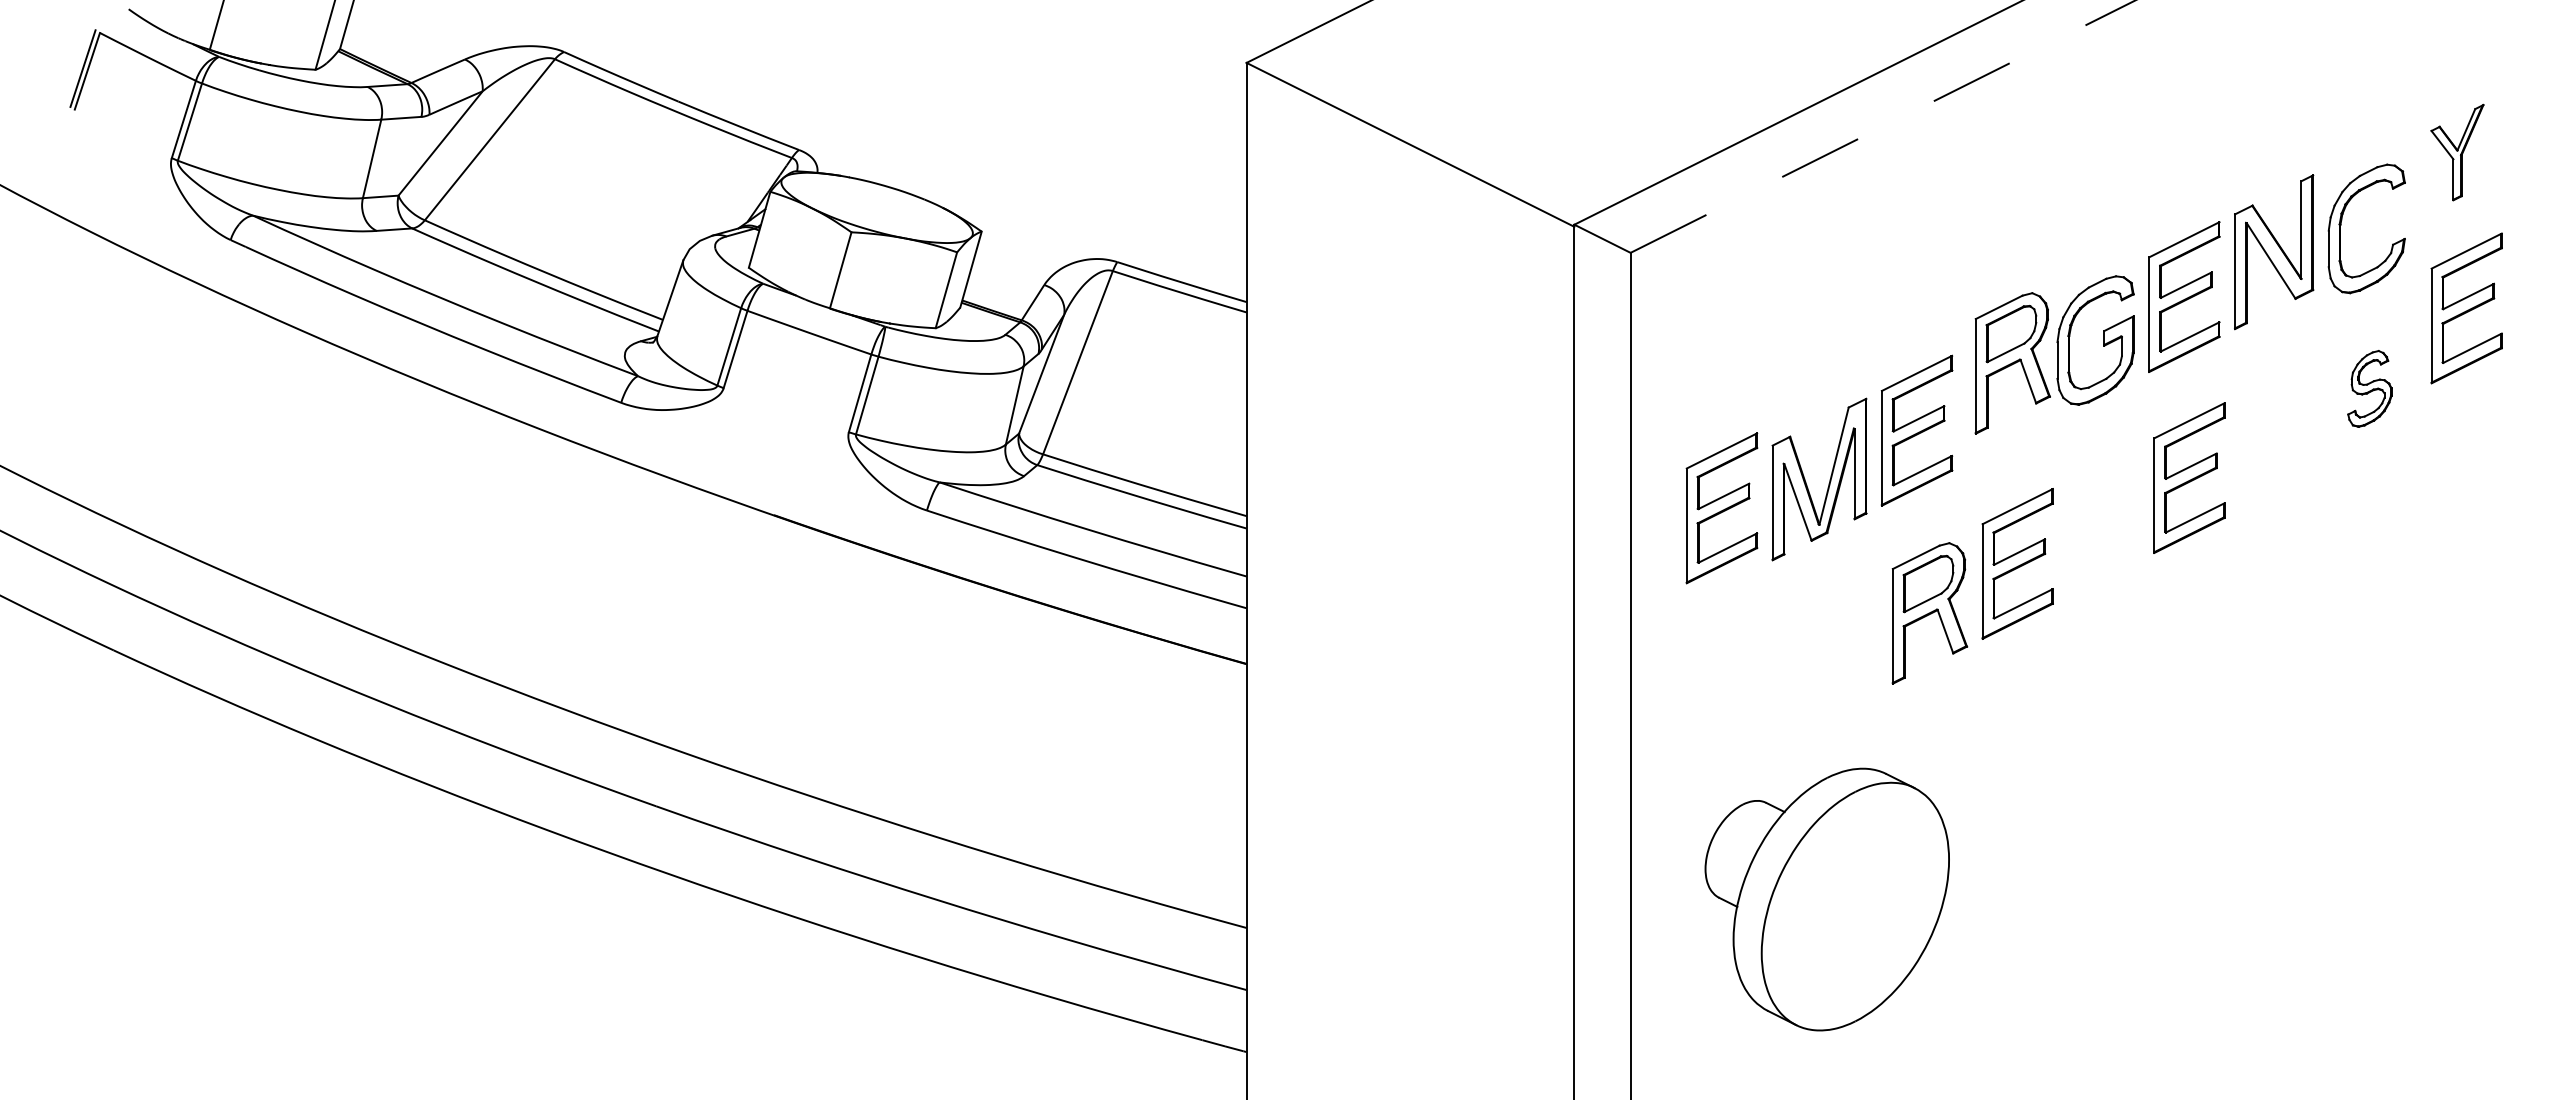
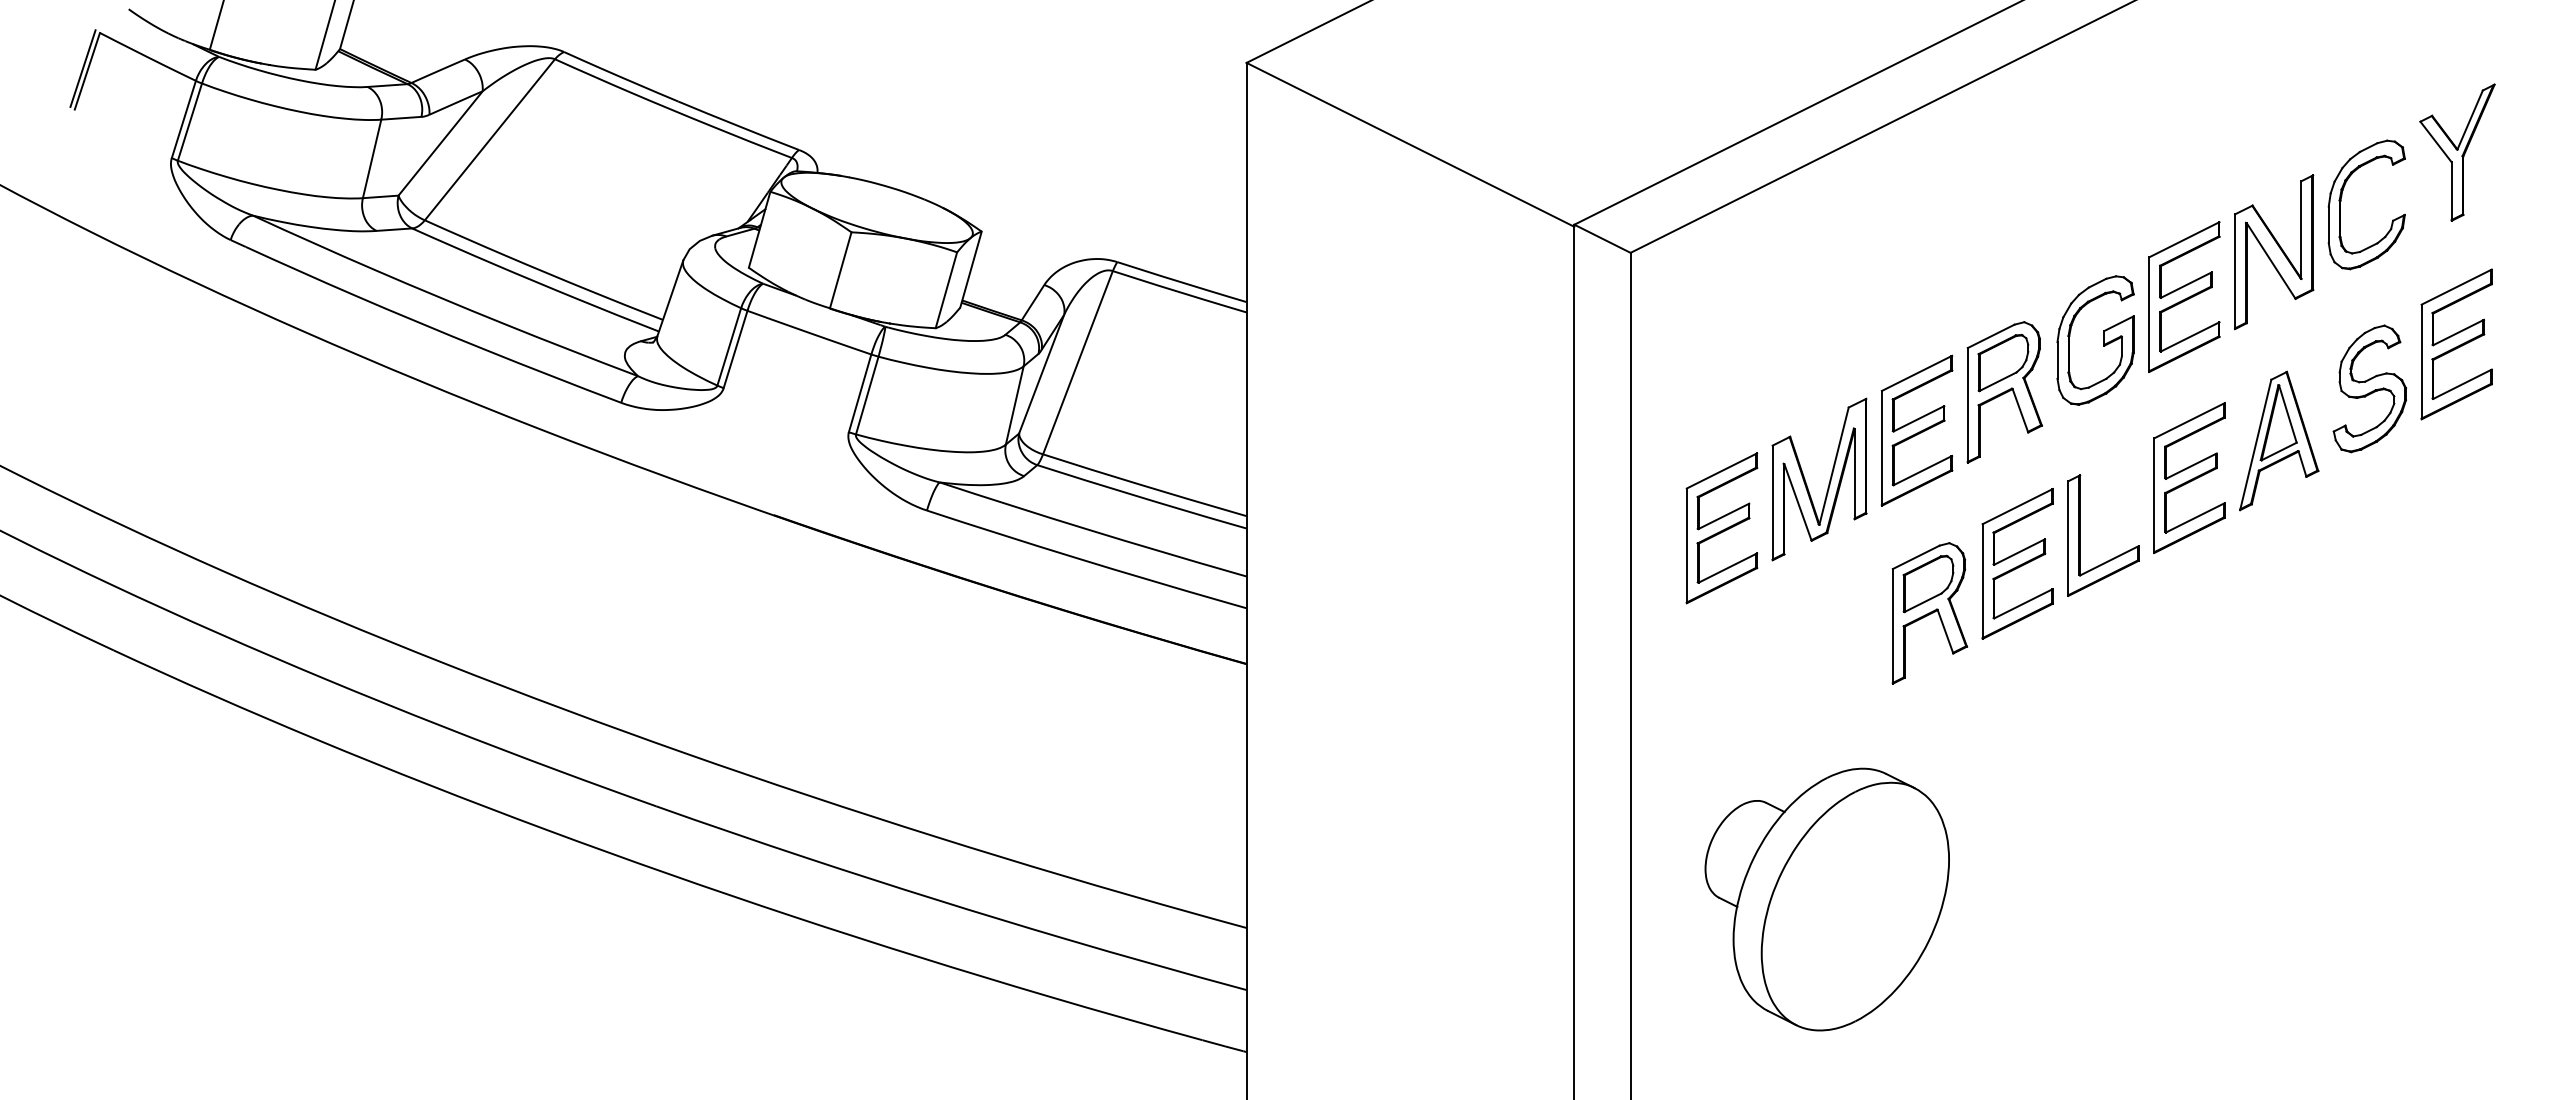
line at (1883, 126): dashed -> solid
part at (2457, 152) size: 55x99 px -> 77x139 px
part at (2341, 225) position: (2341, 225) -> (2341, 201)
part at (2466, 308) position: (2466, 308) -> (2456, 344)
part at (2012, 363) position: (2012, 363) -> (2004, 392)
part at (2369, 388) size: 46x78 px -> 76x130 px
part at (2279, 440): none -> present
part at (1721, 508) position: (1721, 508) -> (1721, 528)
part at (2080, 535): none -> present
